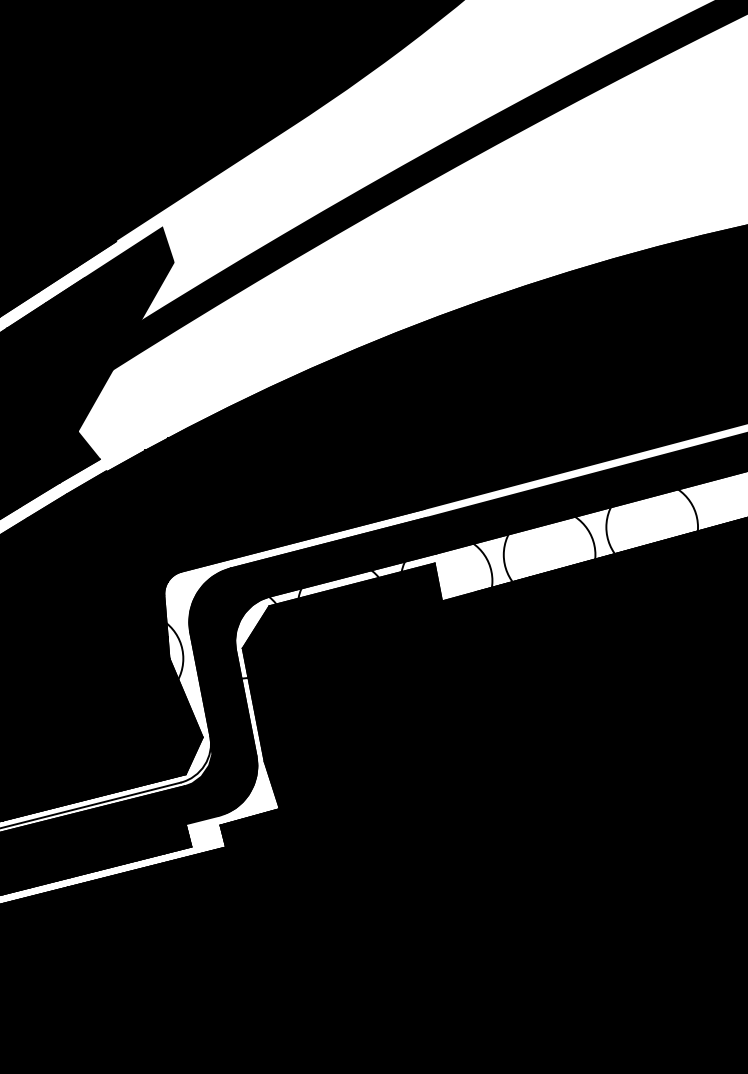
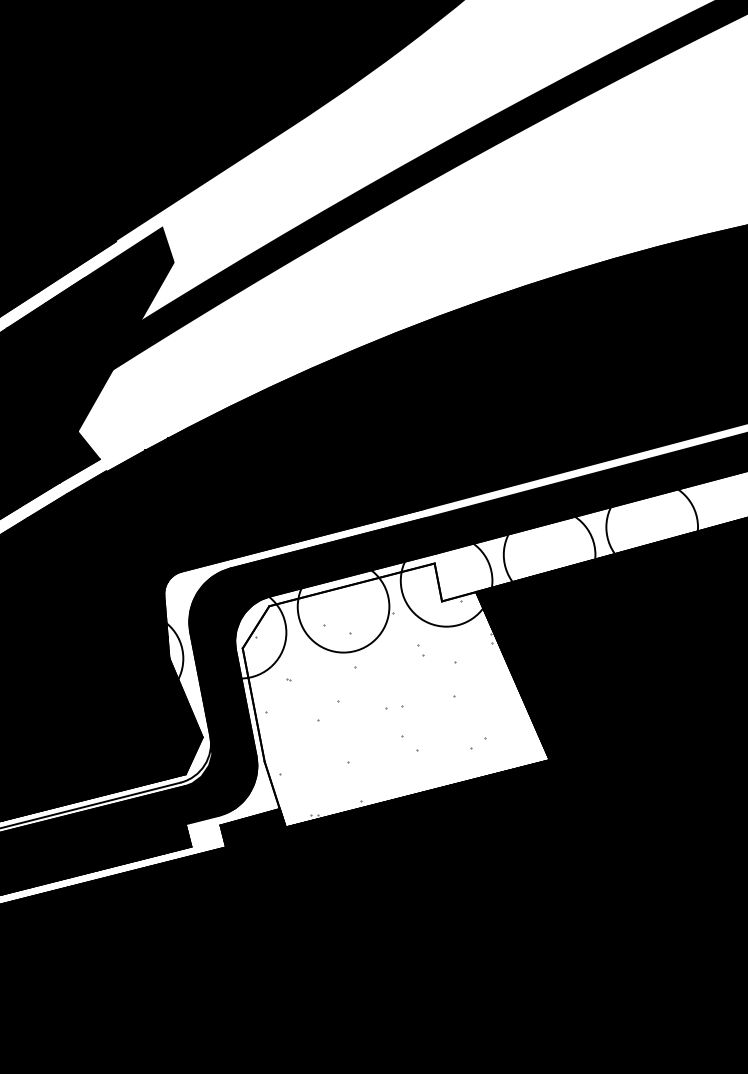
fill at (395, 695): present -> none
